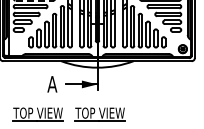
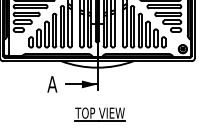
line at (34, 0): dashed -> solid
part at (37, 114): present -> none
